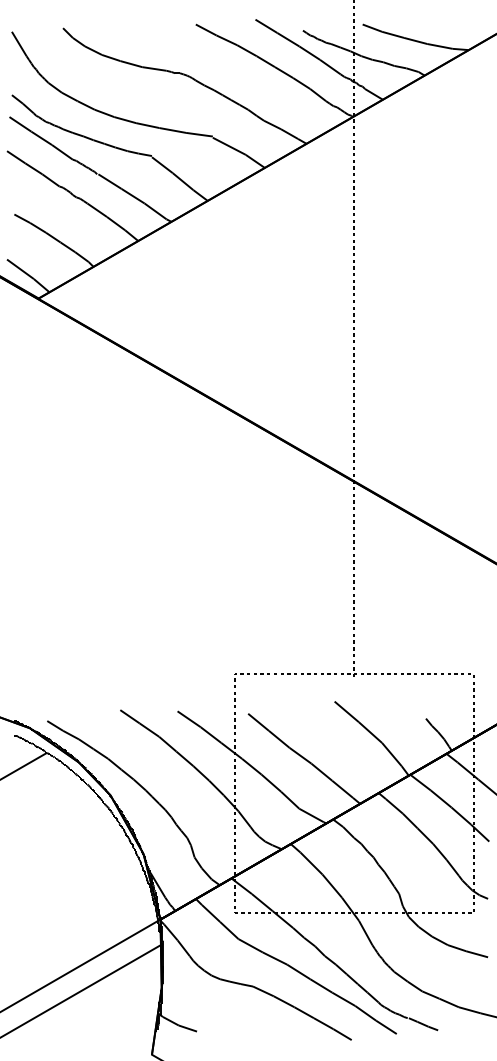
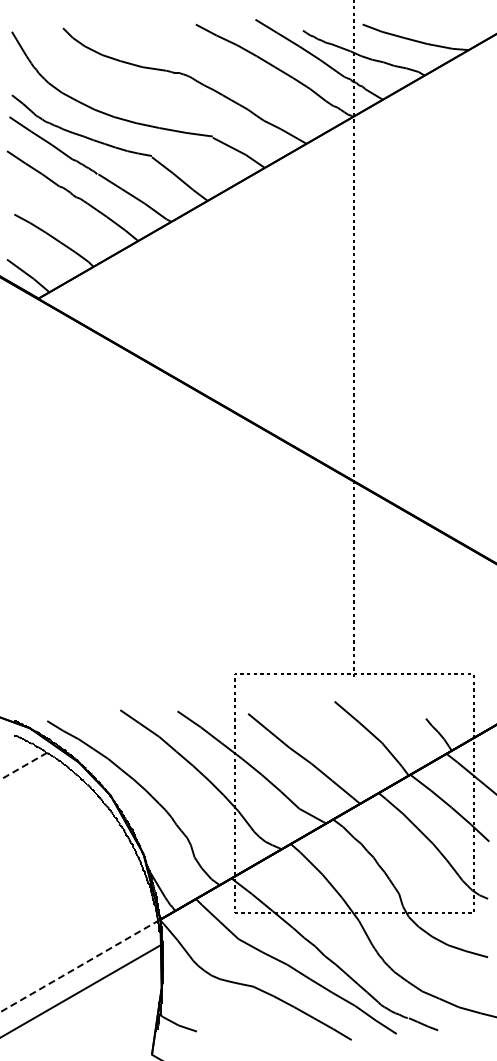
line at (23, 766): solid -> dashed
line at (80, 965): solid -> dashed
